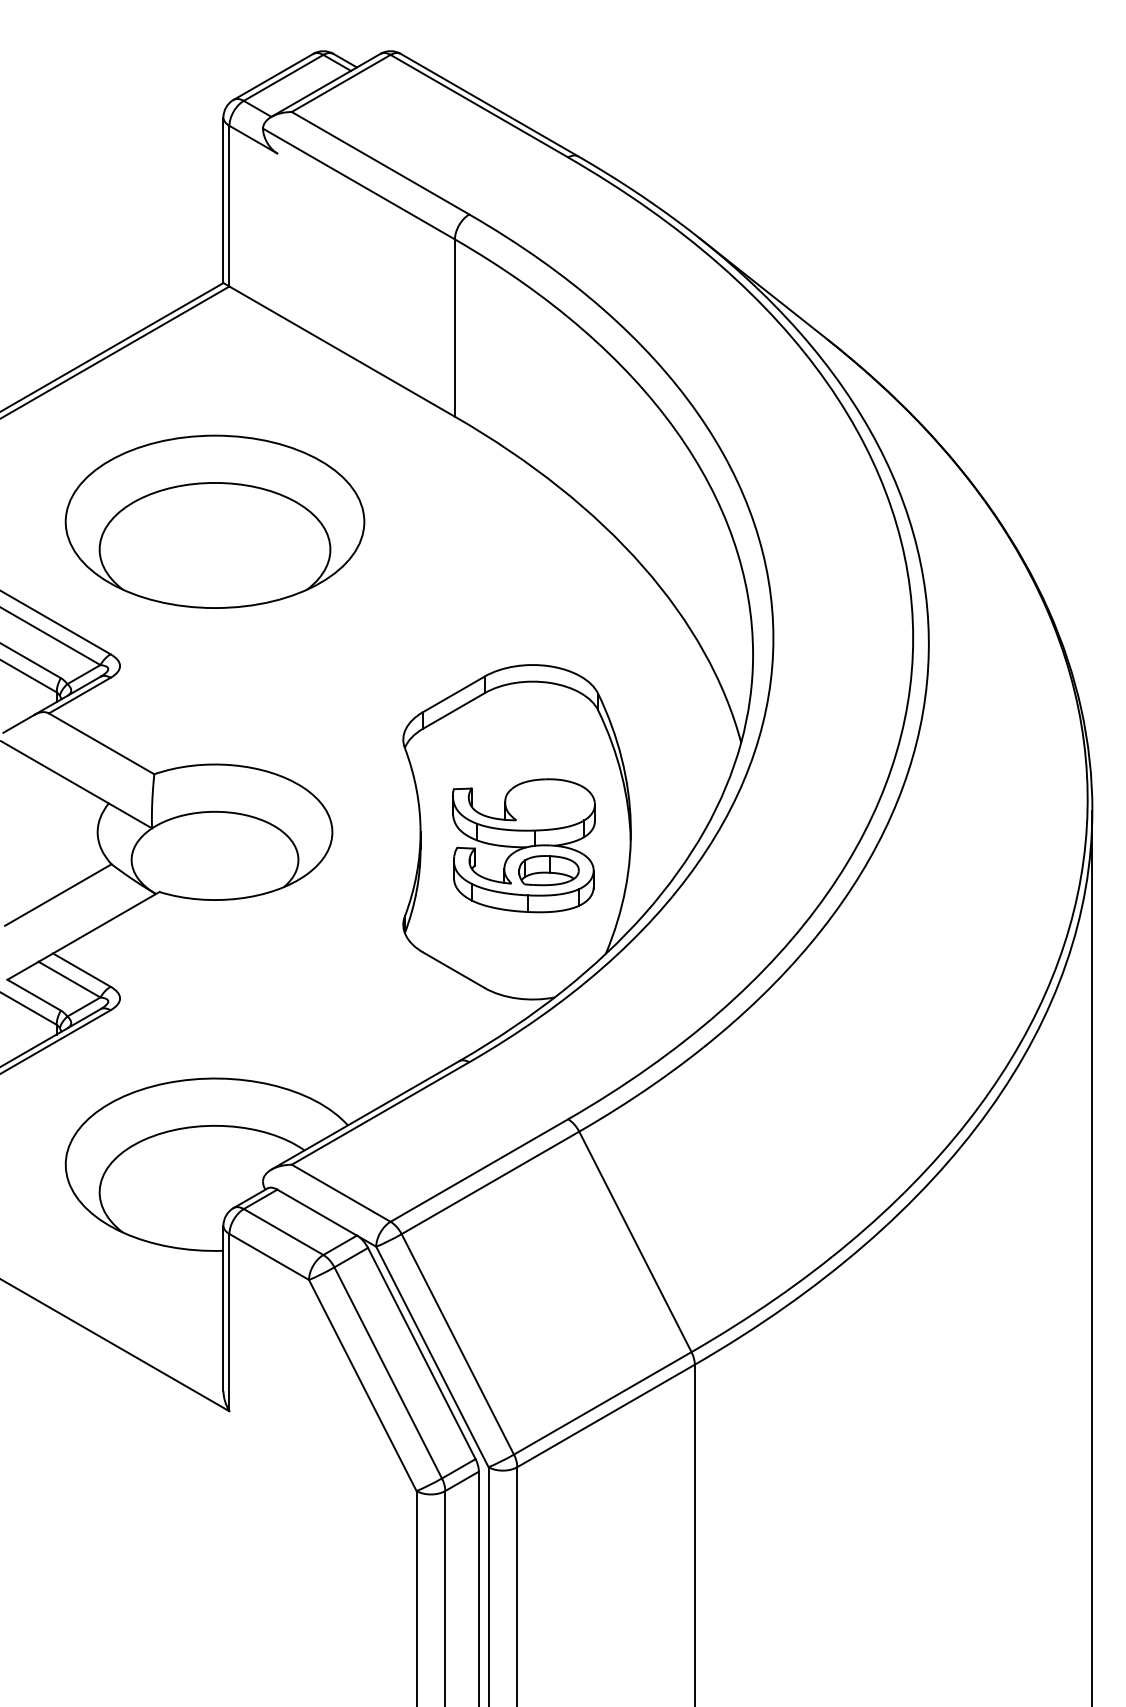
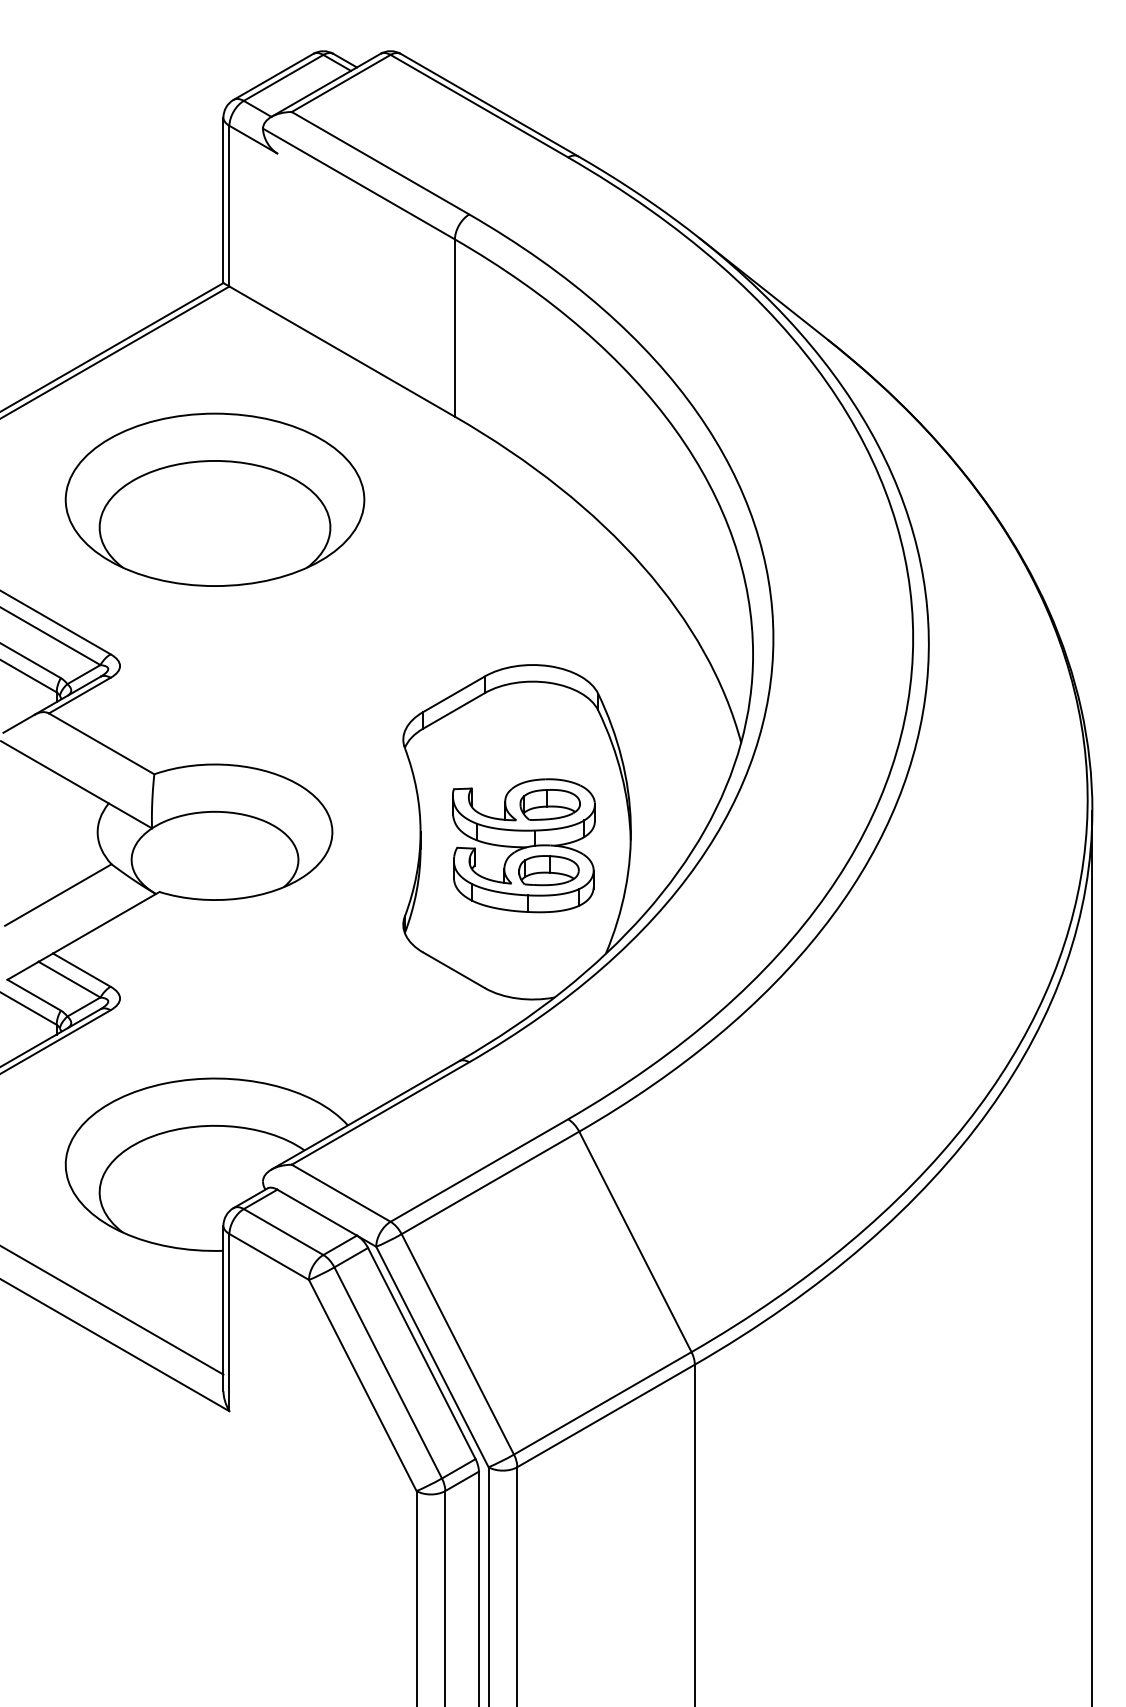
part at (214, 521) position: (214, 521) -> (214, 499)
part at (549, 804): none -> present
line at (112, 1310): none -> present
